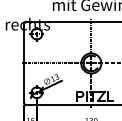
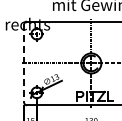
line at (24, 63): solid -> dashed
